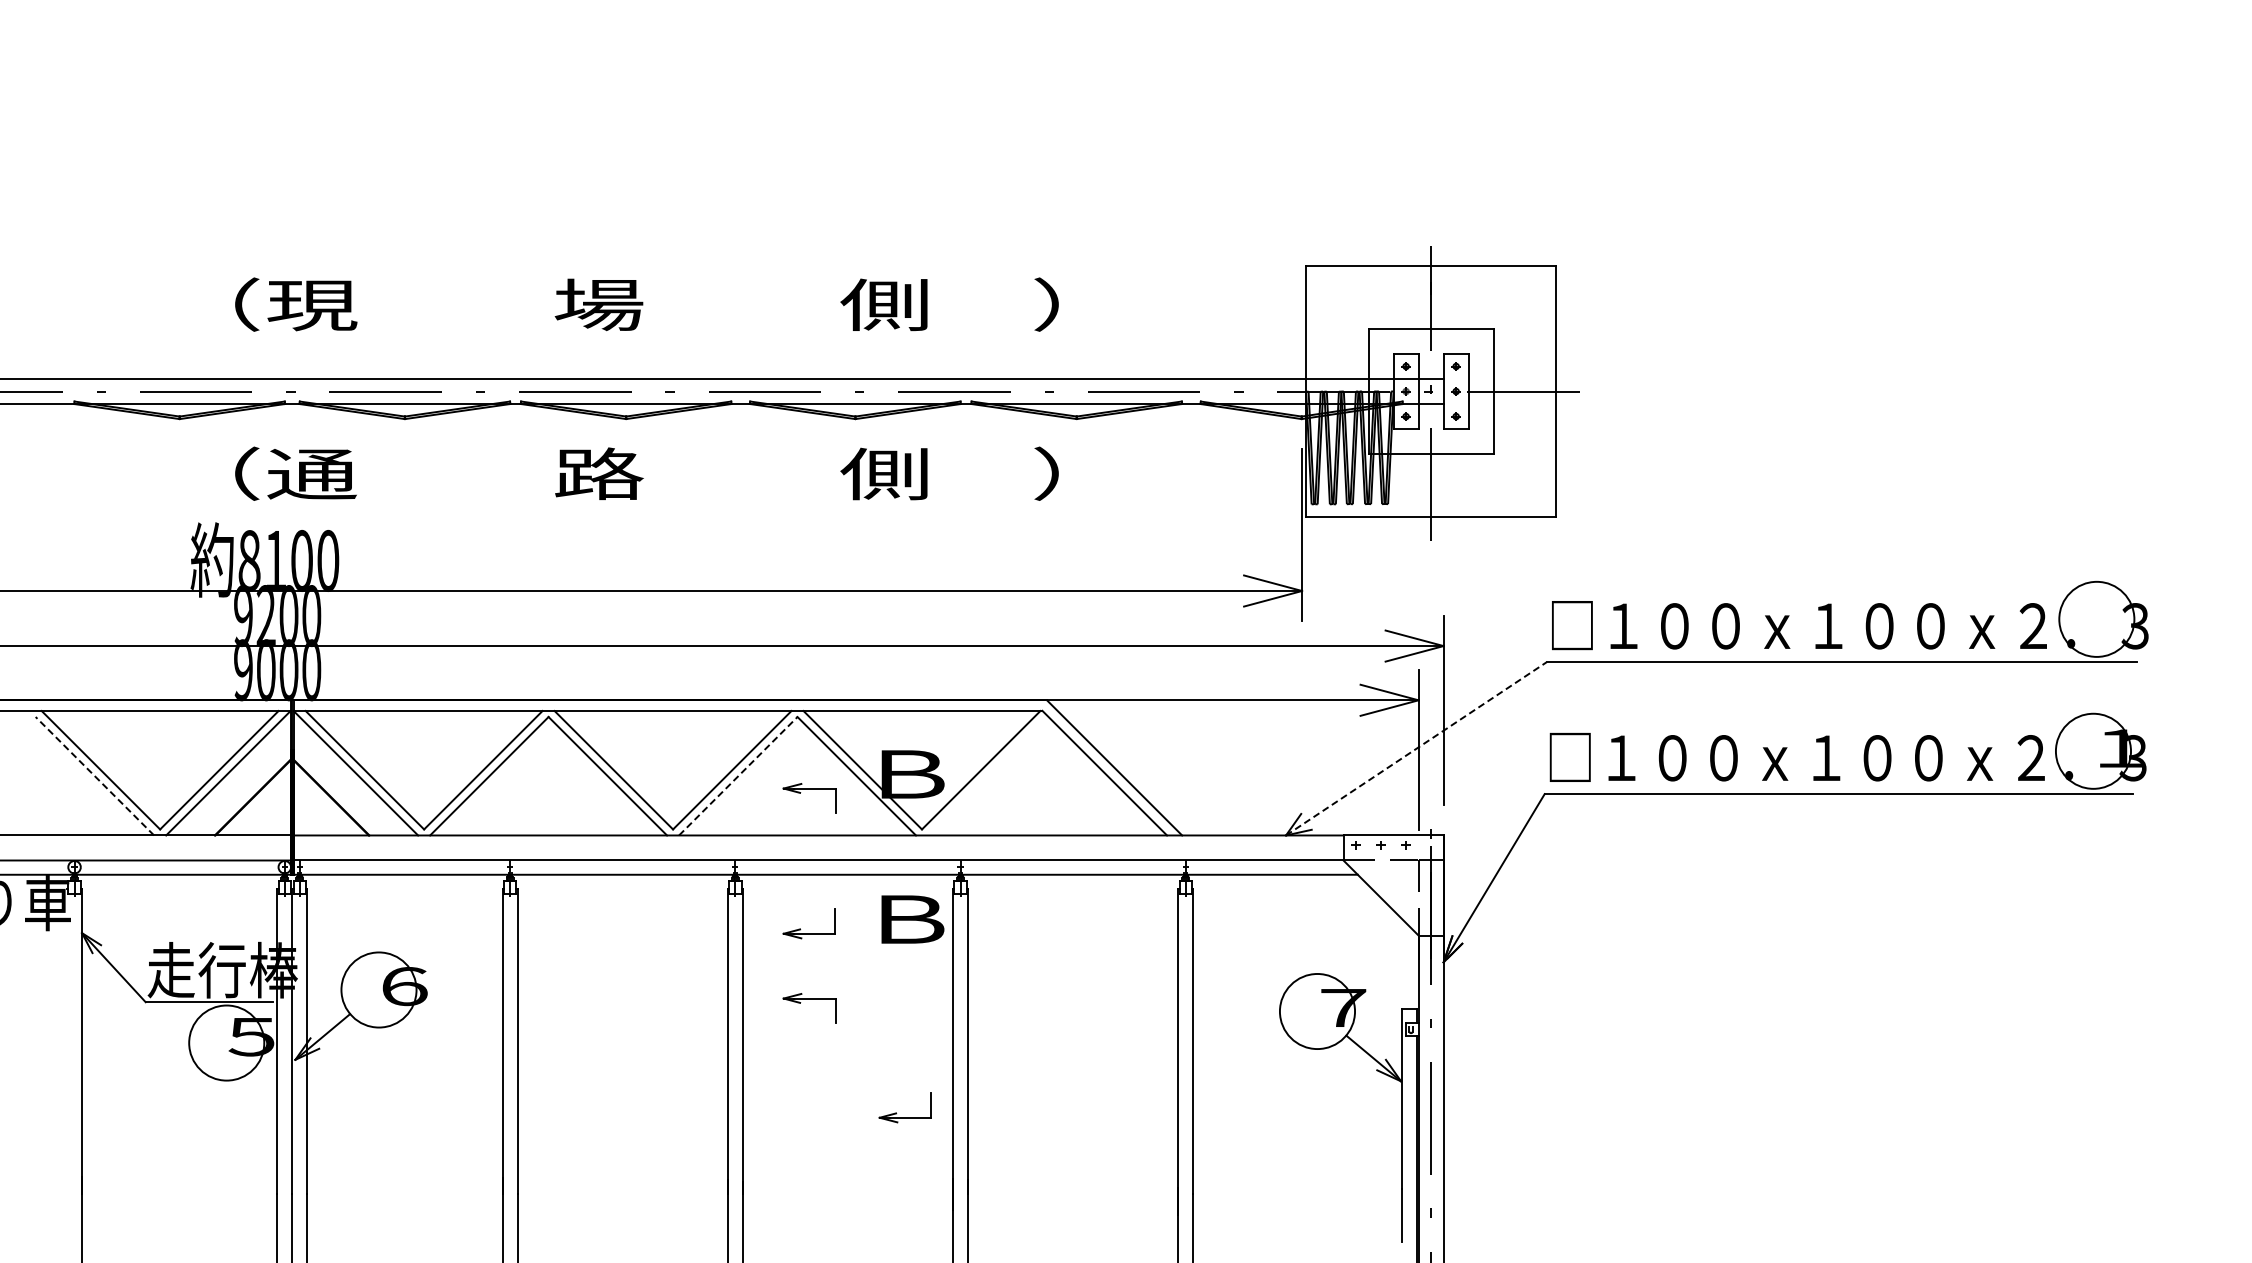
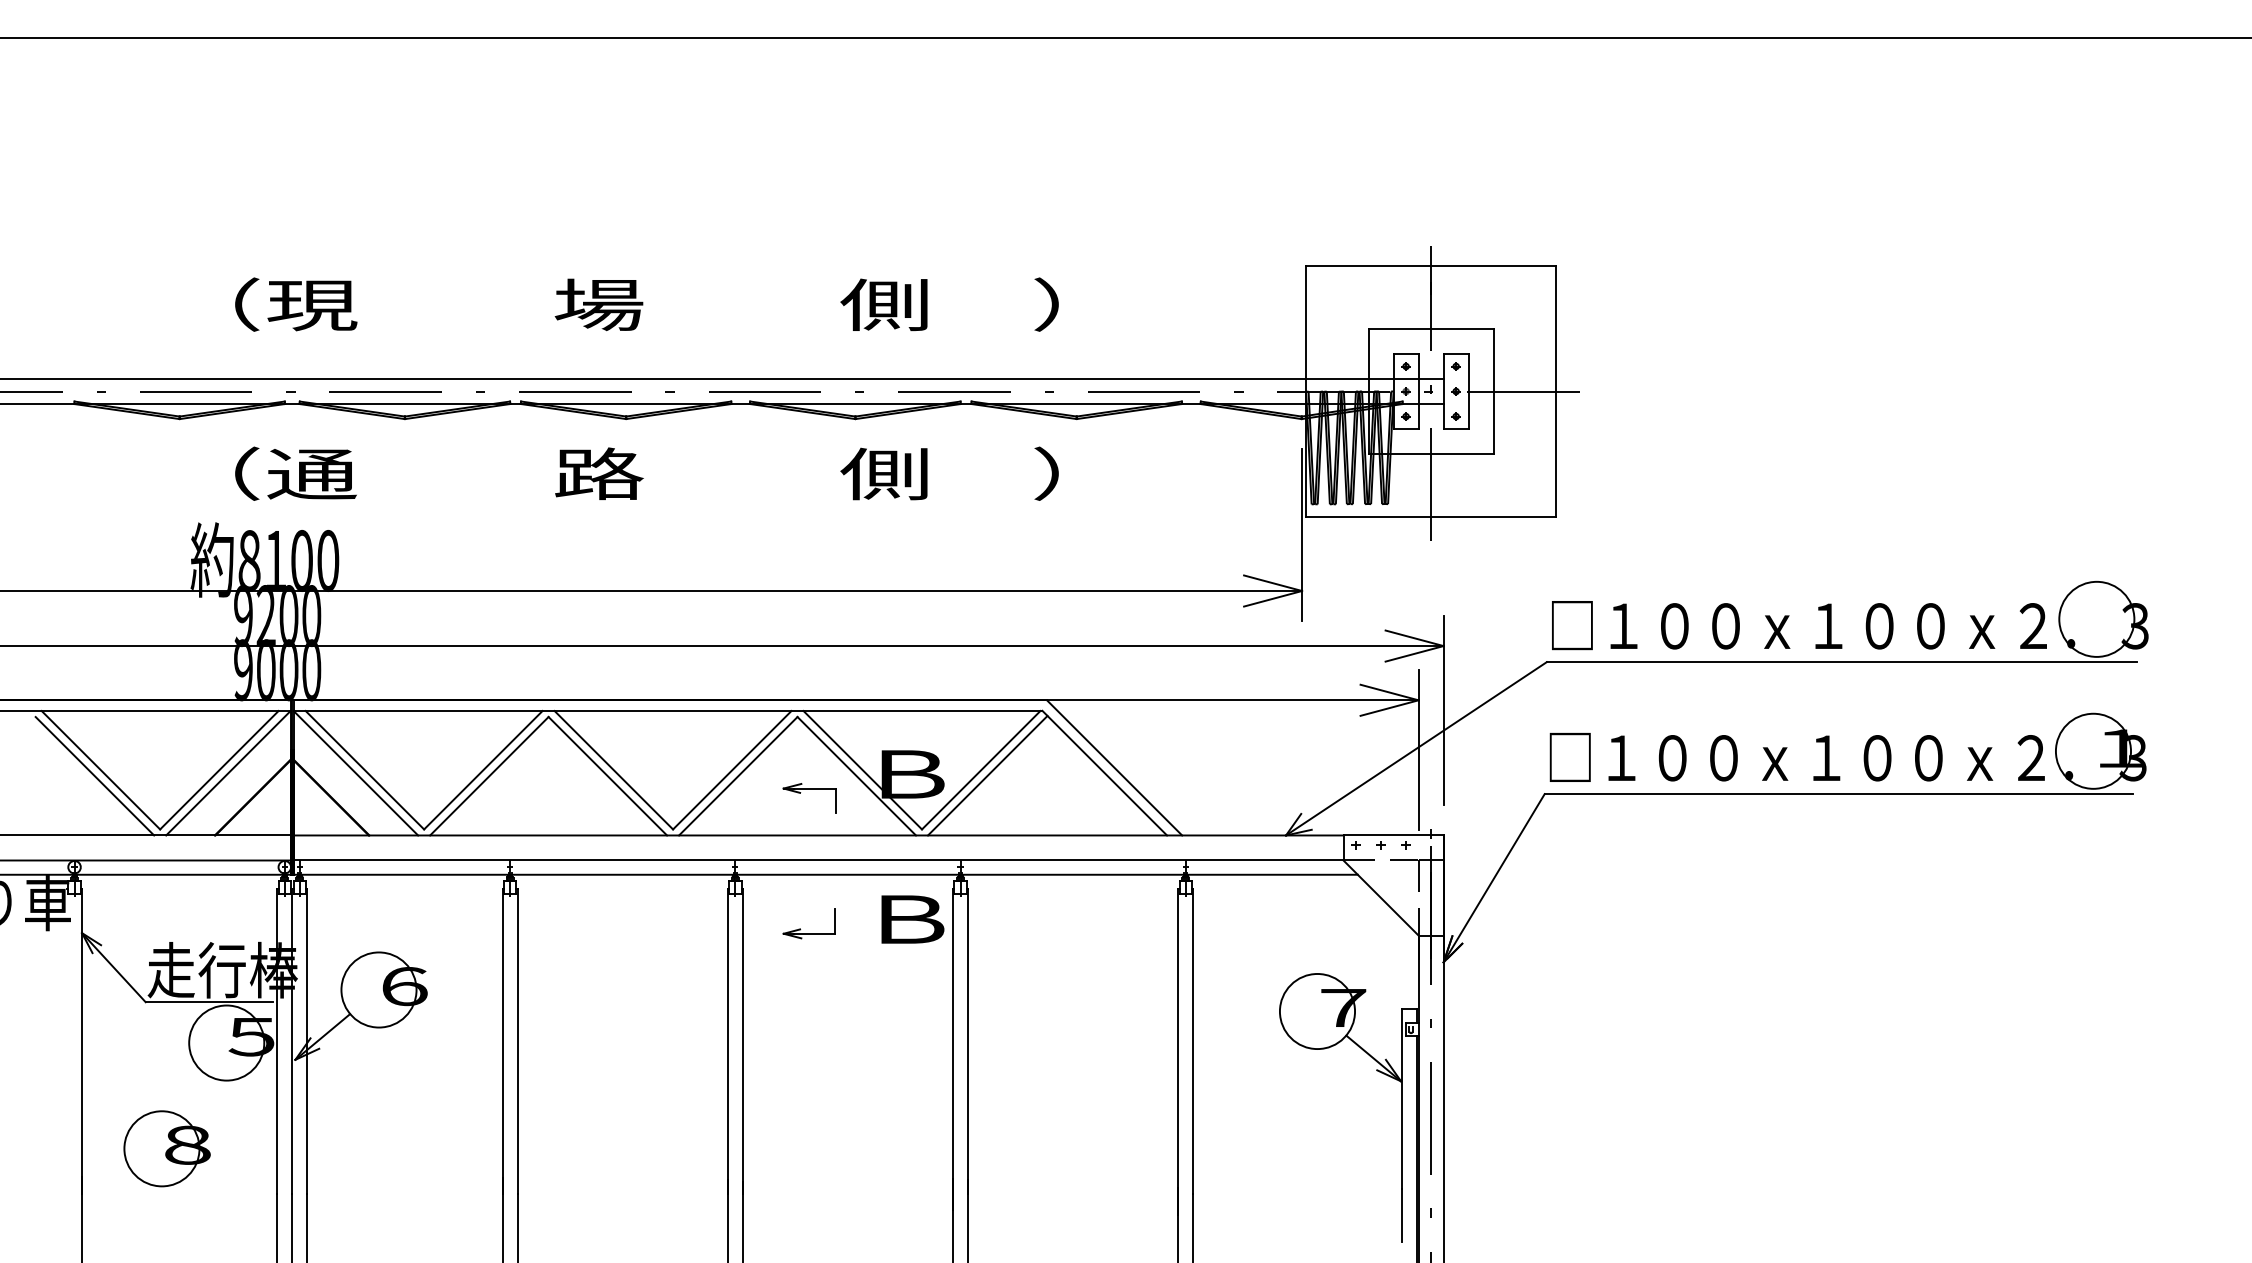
line at (1125, 37): none -> present
line at (1416, 748): dashed -> solid
line at (987, 775): none -> present
line at (94, 776): dashed -> solid
line at (738, 776): dashed -> solid
part at (809, 999): present -> none
part at (896, 1112): present -> none
part at (166, 1148): none -> present
